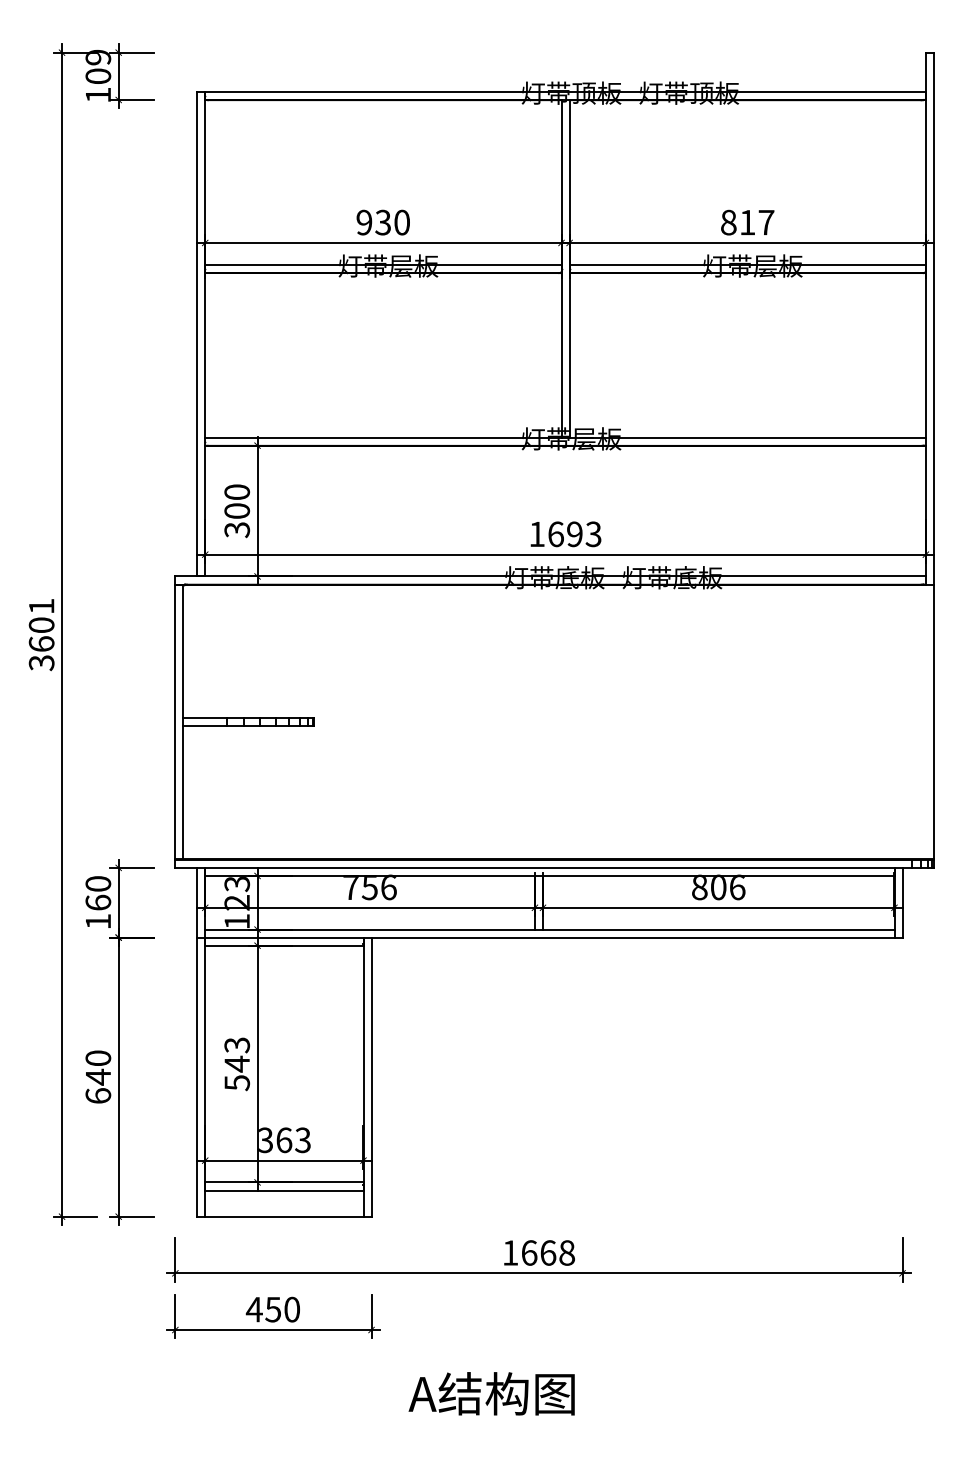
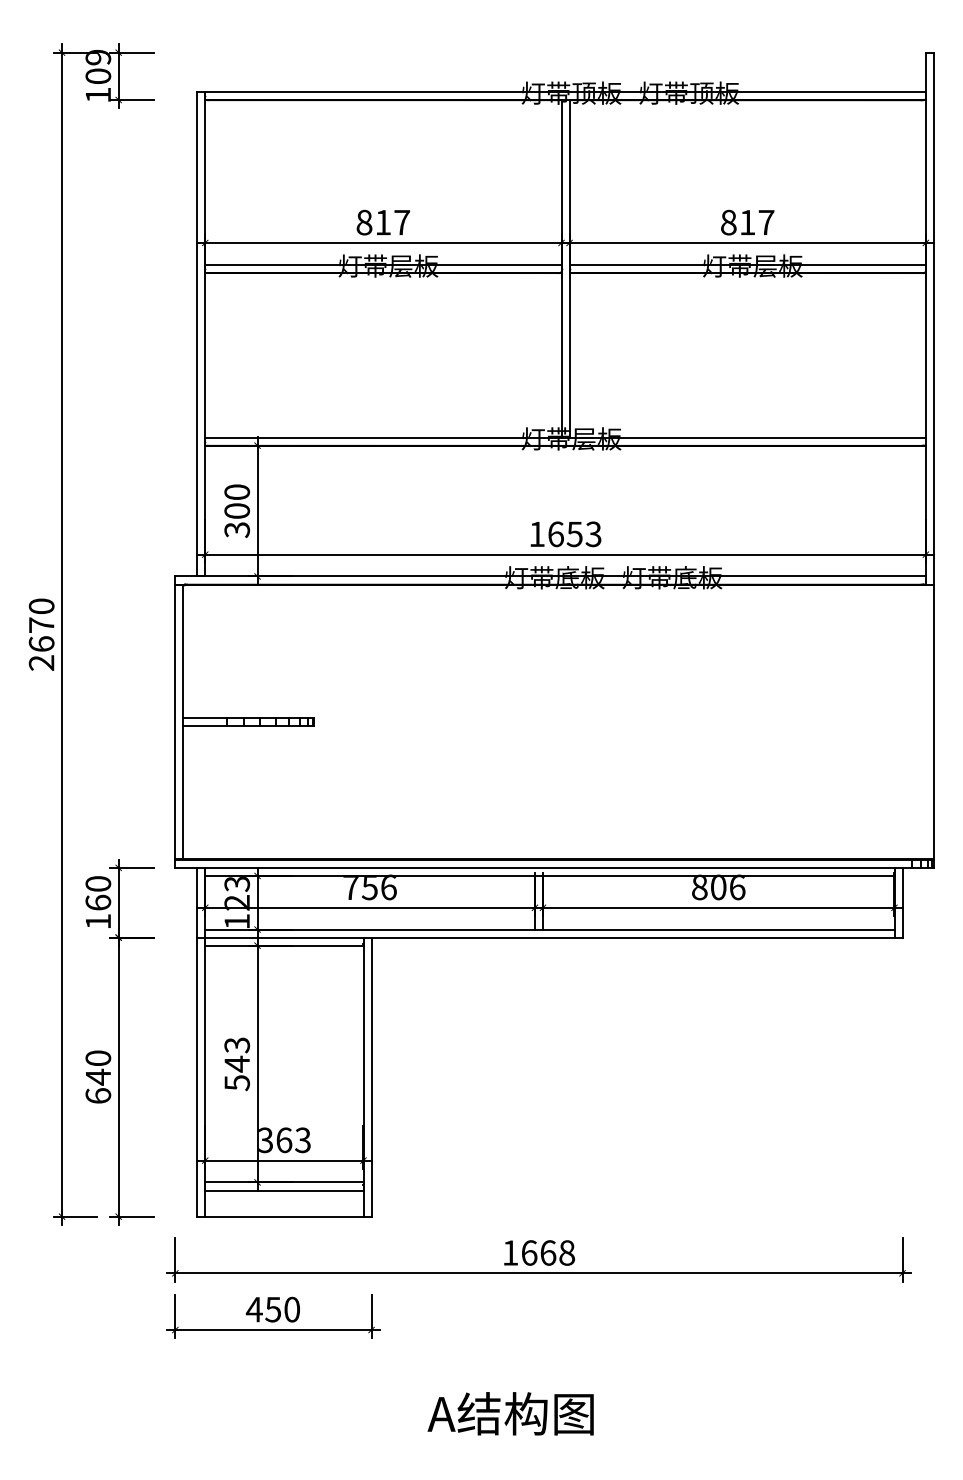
text at (383, 222): 930 -> 817
text at (574, 534): 1693 -> 1653
text at (41, 634): 3601 -> 2670
text at (491, 1393) position: (491, 1393) -> (510, 1413)
